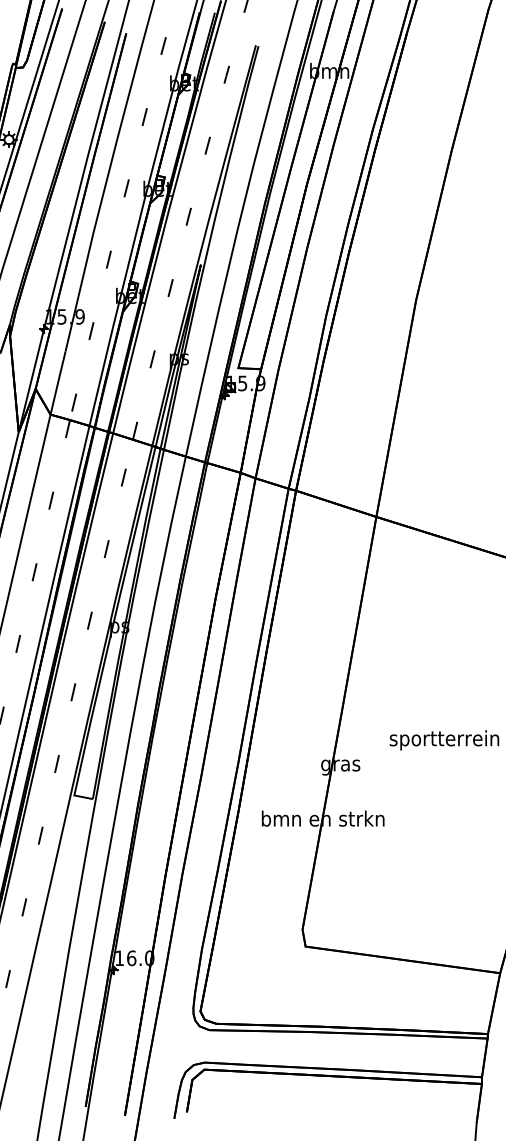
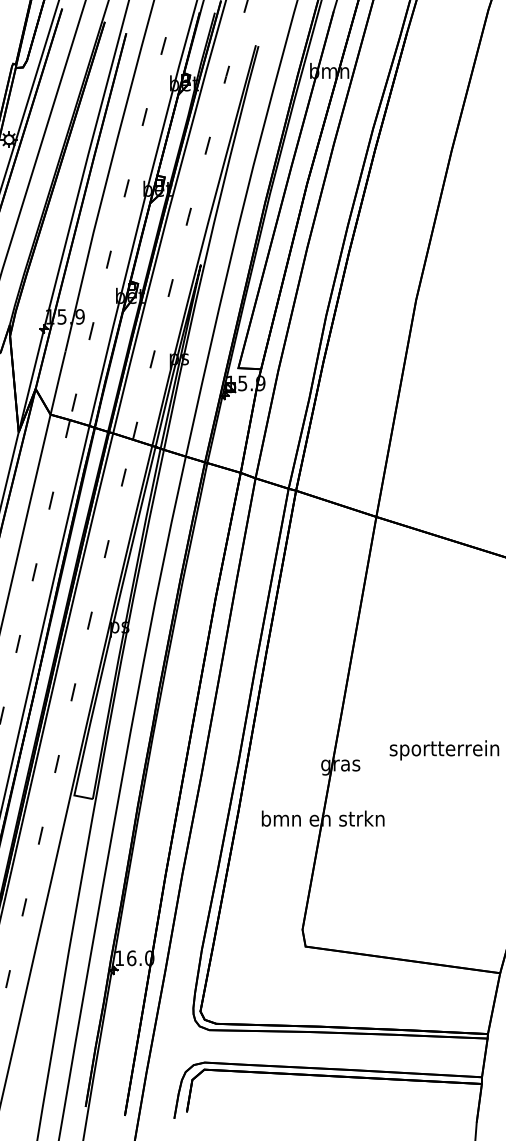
text at (444, 740) position: (444, 740) -> (444, 750)
